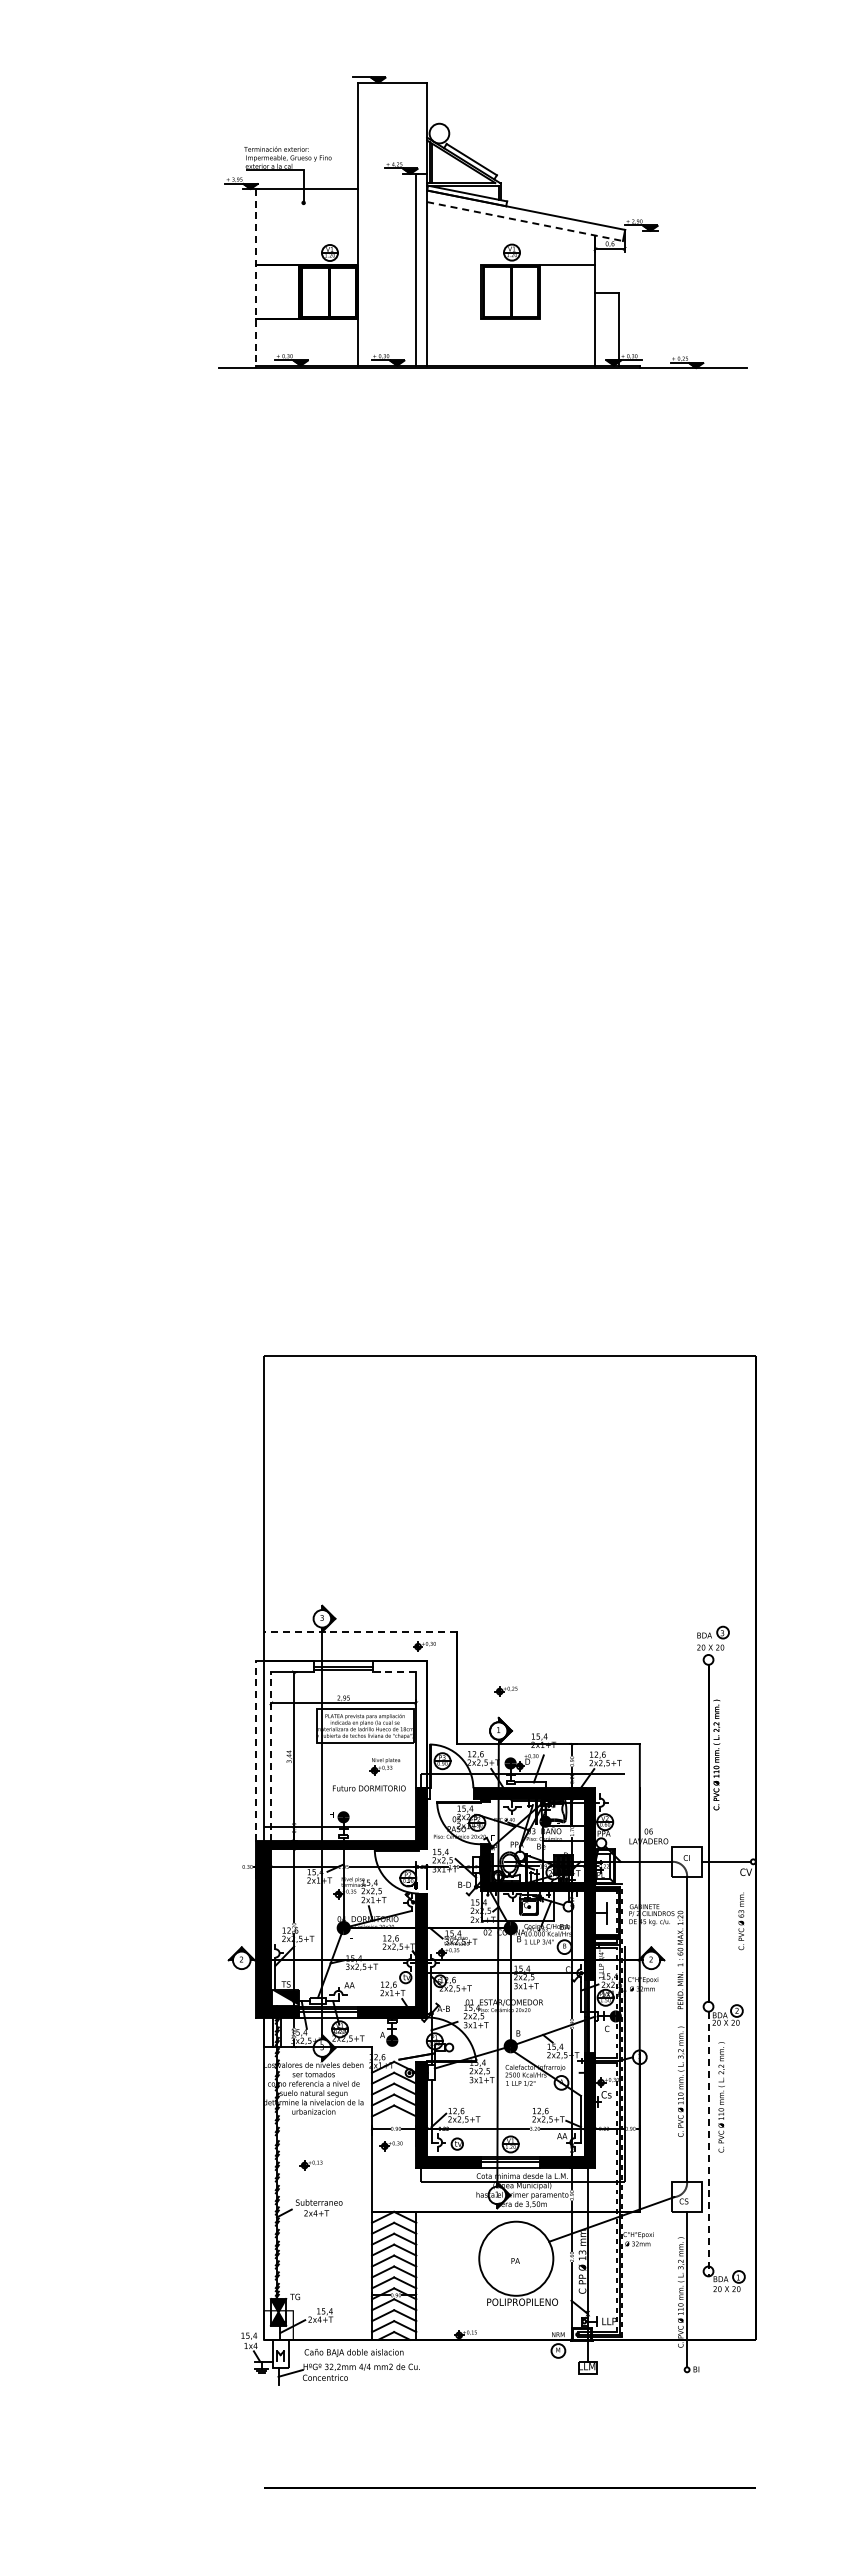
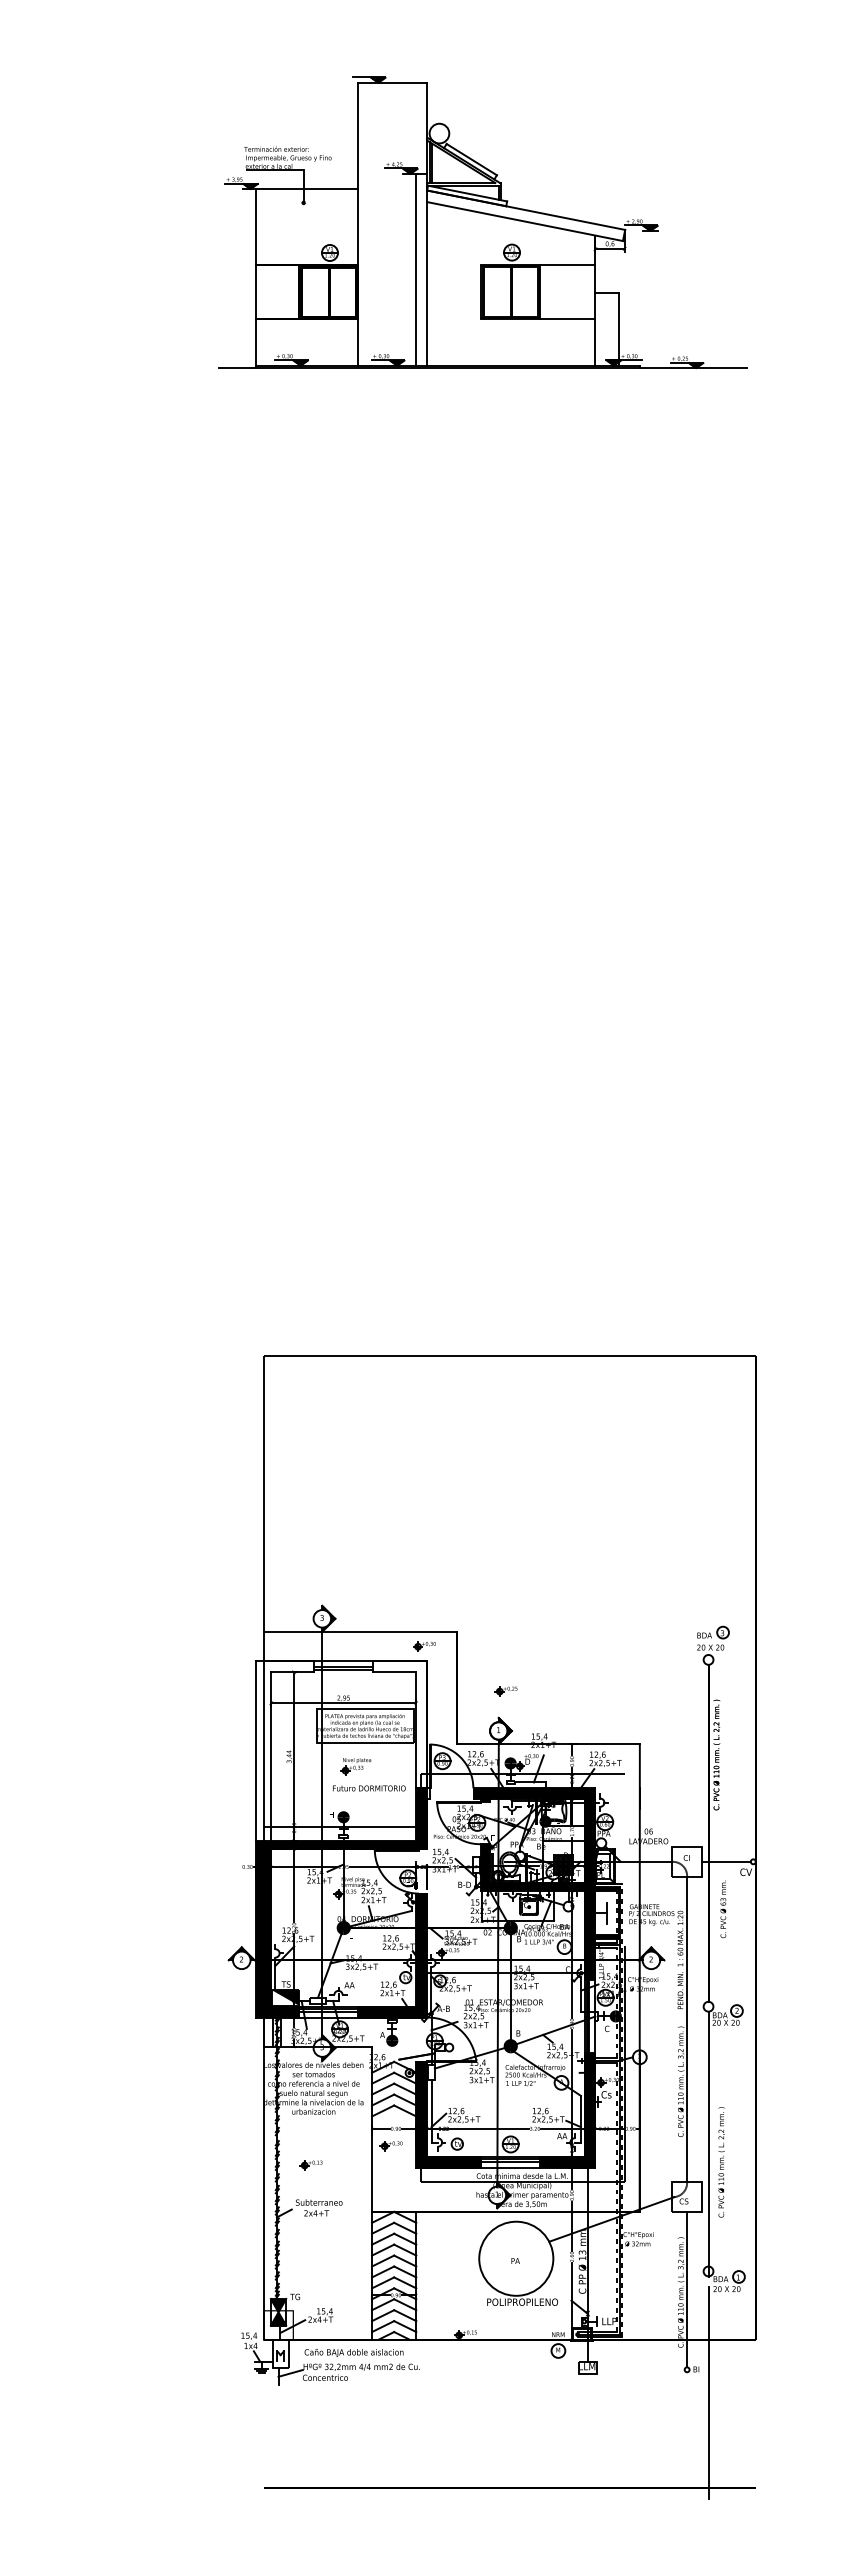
line at (525, 221): dashed -> solid
line at (256, 278): dashed -> solid
line at (567, 318): none -> present
line at (359, 1631): dashed -> solid
line at (394, 1672): dashed -> solid
line at (256, 1750): dashed -> solid
line at (271, 1756): dashed -> solid
part at (384, 1766) position: (384, 1766) -> (355, 1766)
text at (741, 1921) position: (741, 1921) -> (723, 1909)
text at (721, 2097) position: (721, 2097) -> (721, 2162)
line at (708, 2144): dashed -> solid
line at (708, 2392): none -> present
